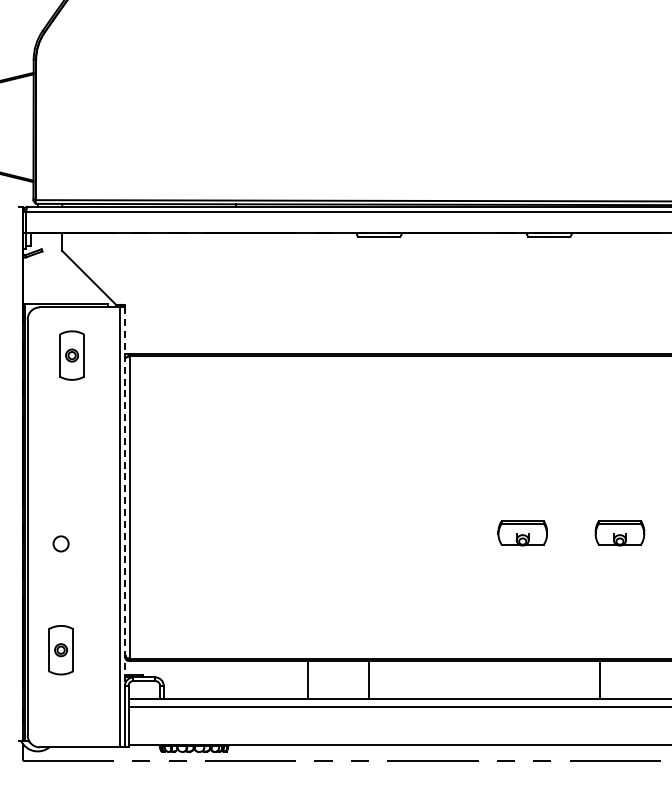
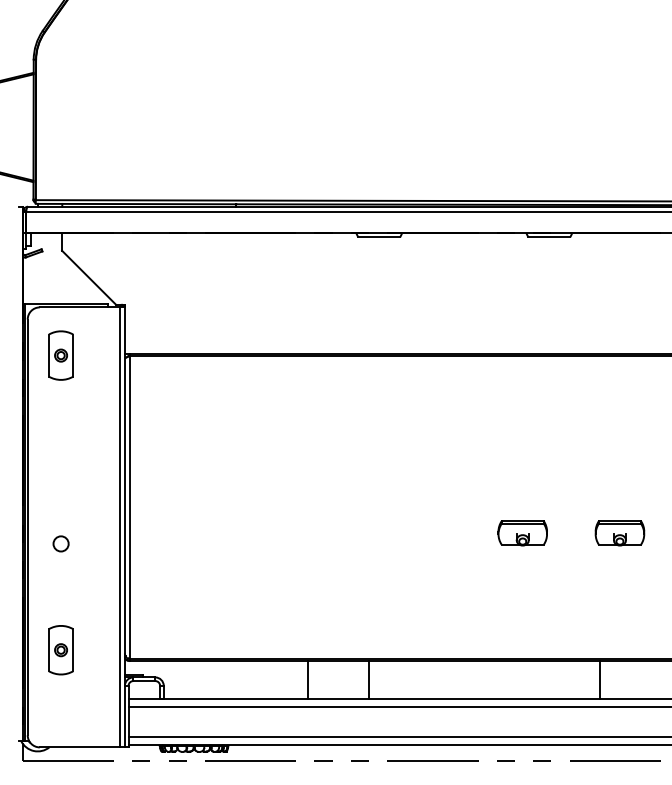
part at (71, 355) position: (71, 355) -> (60, 355)
line at (124, 497): dashed -> solid
line at (398, 737): none -> present
